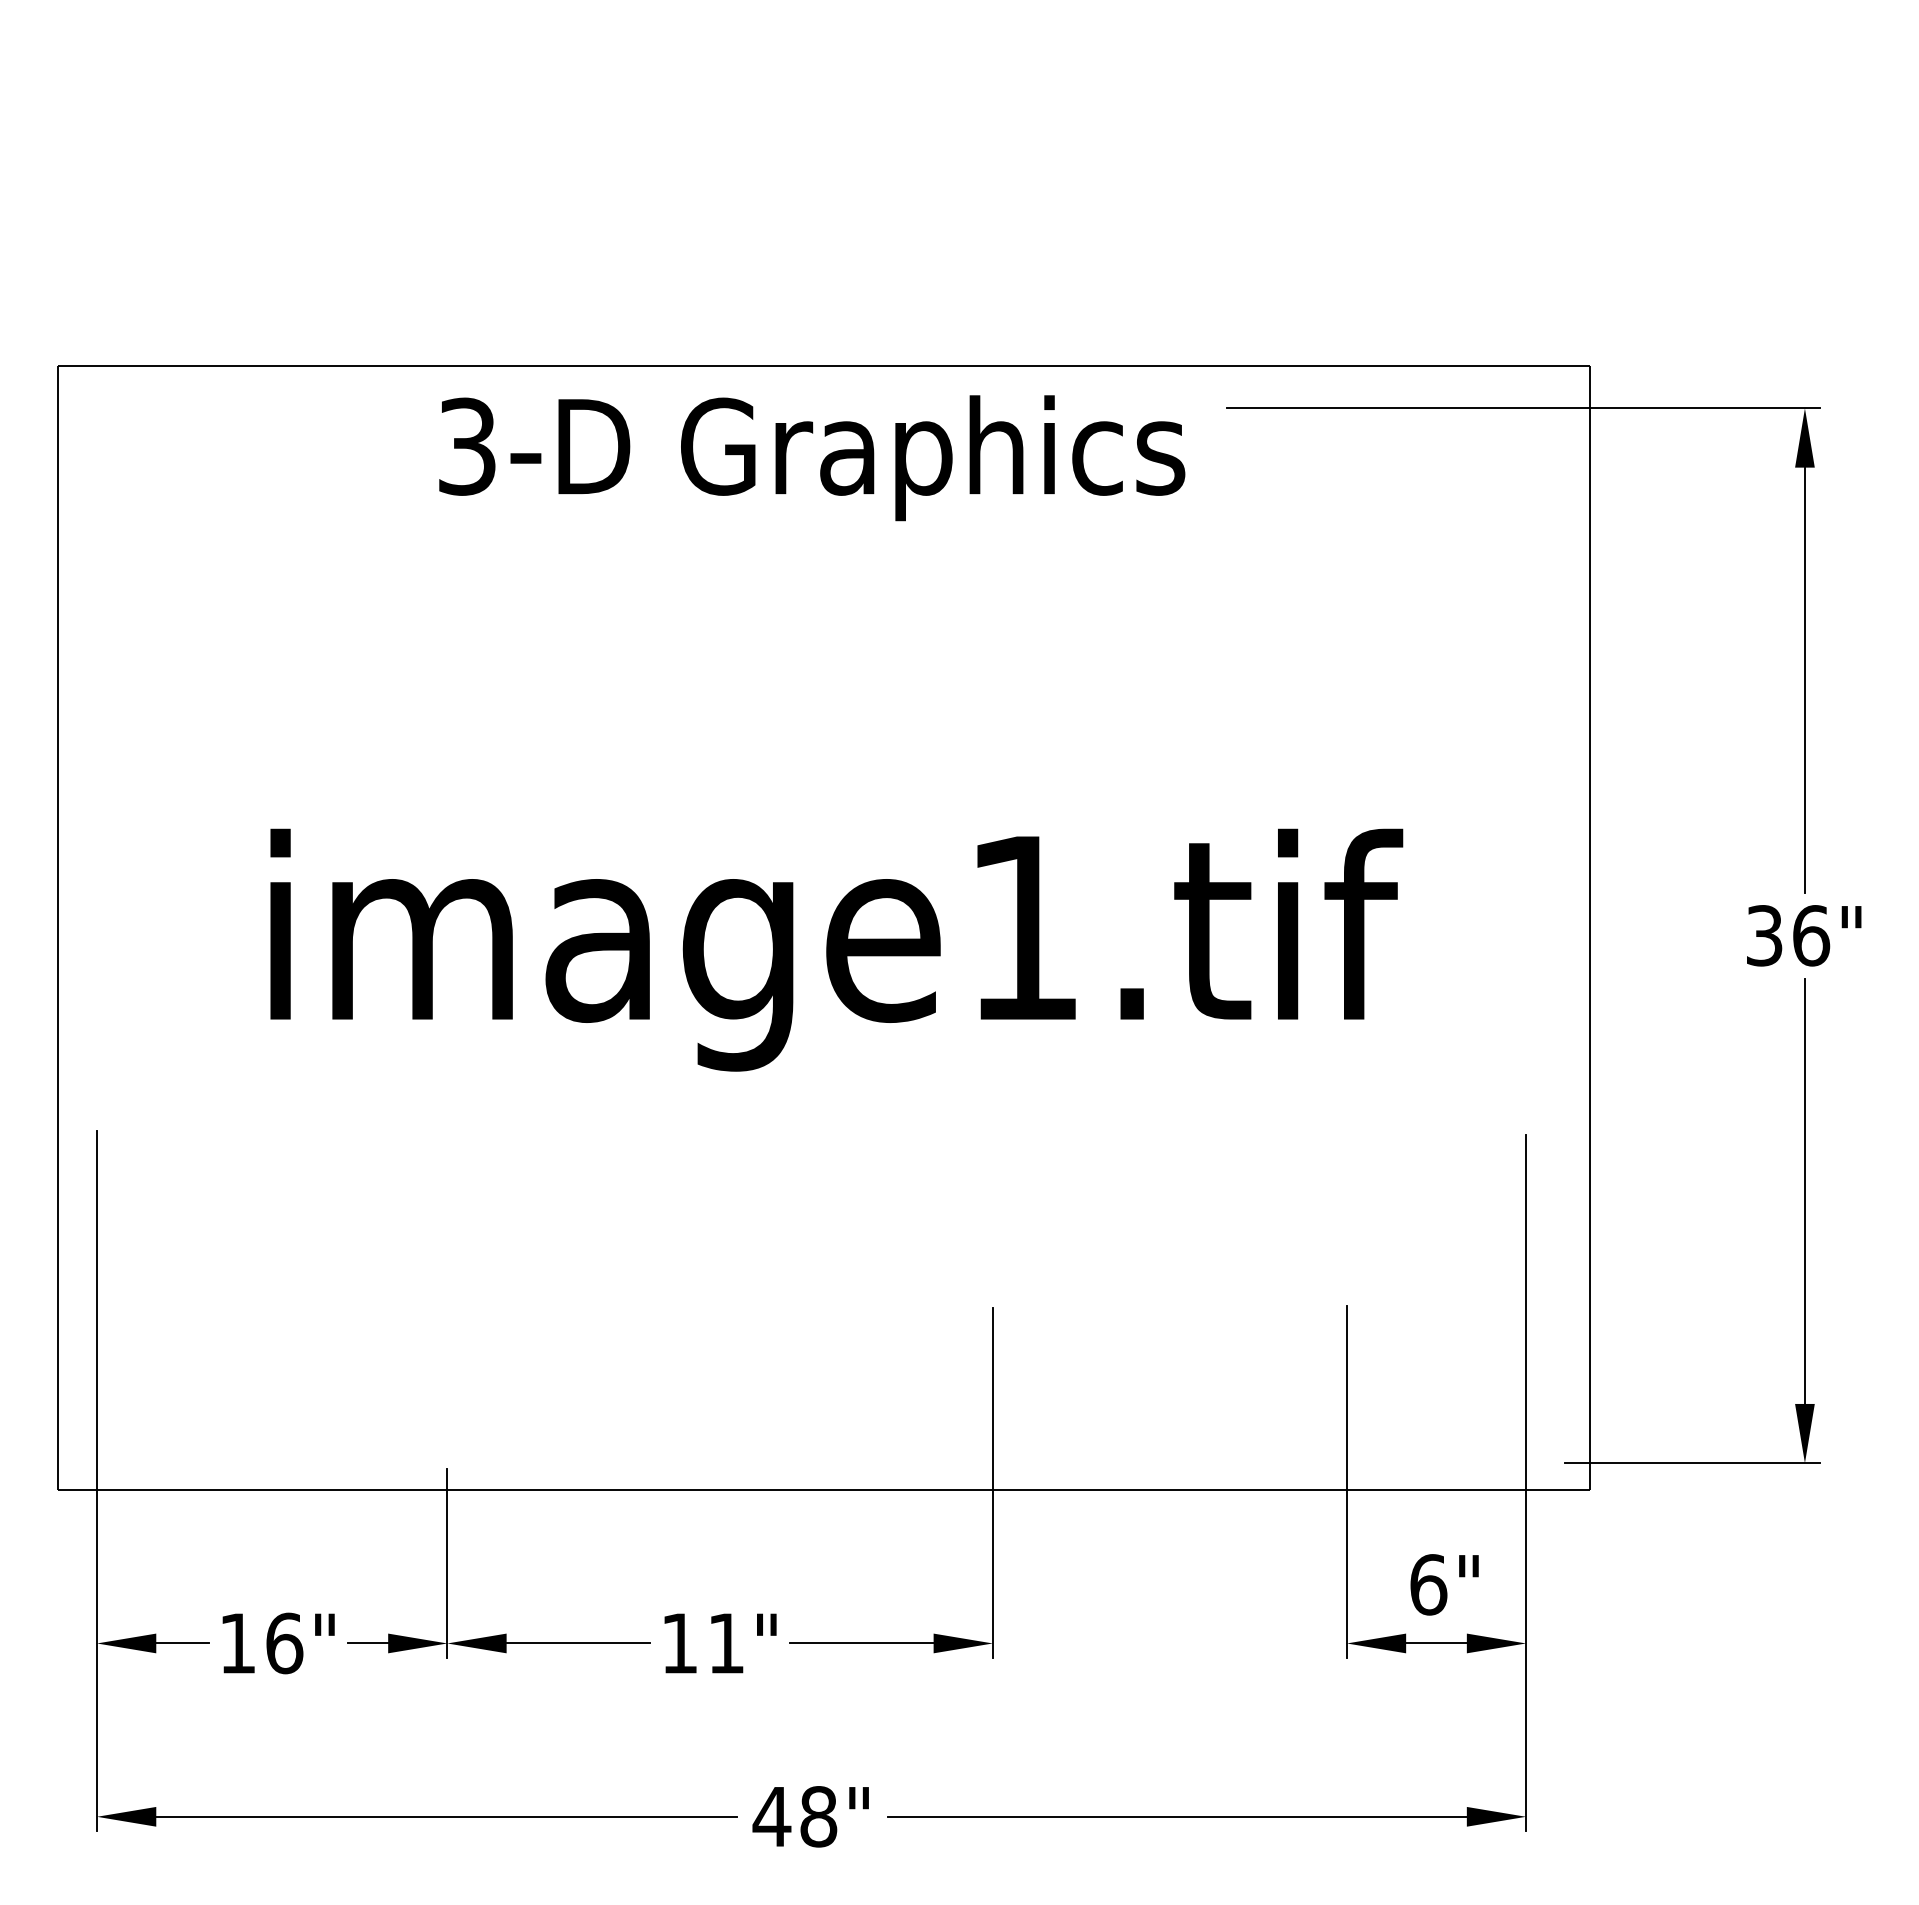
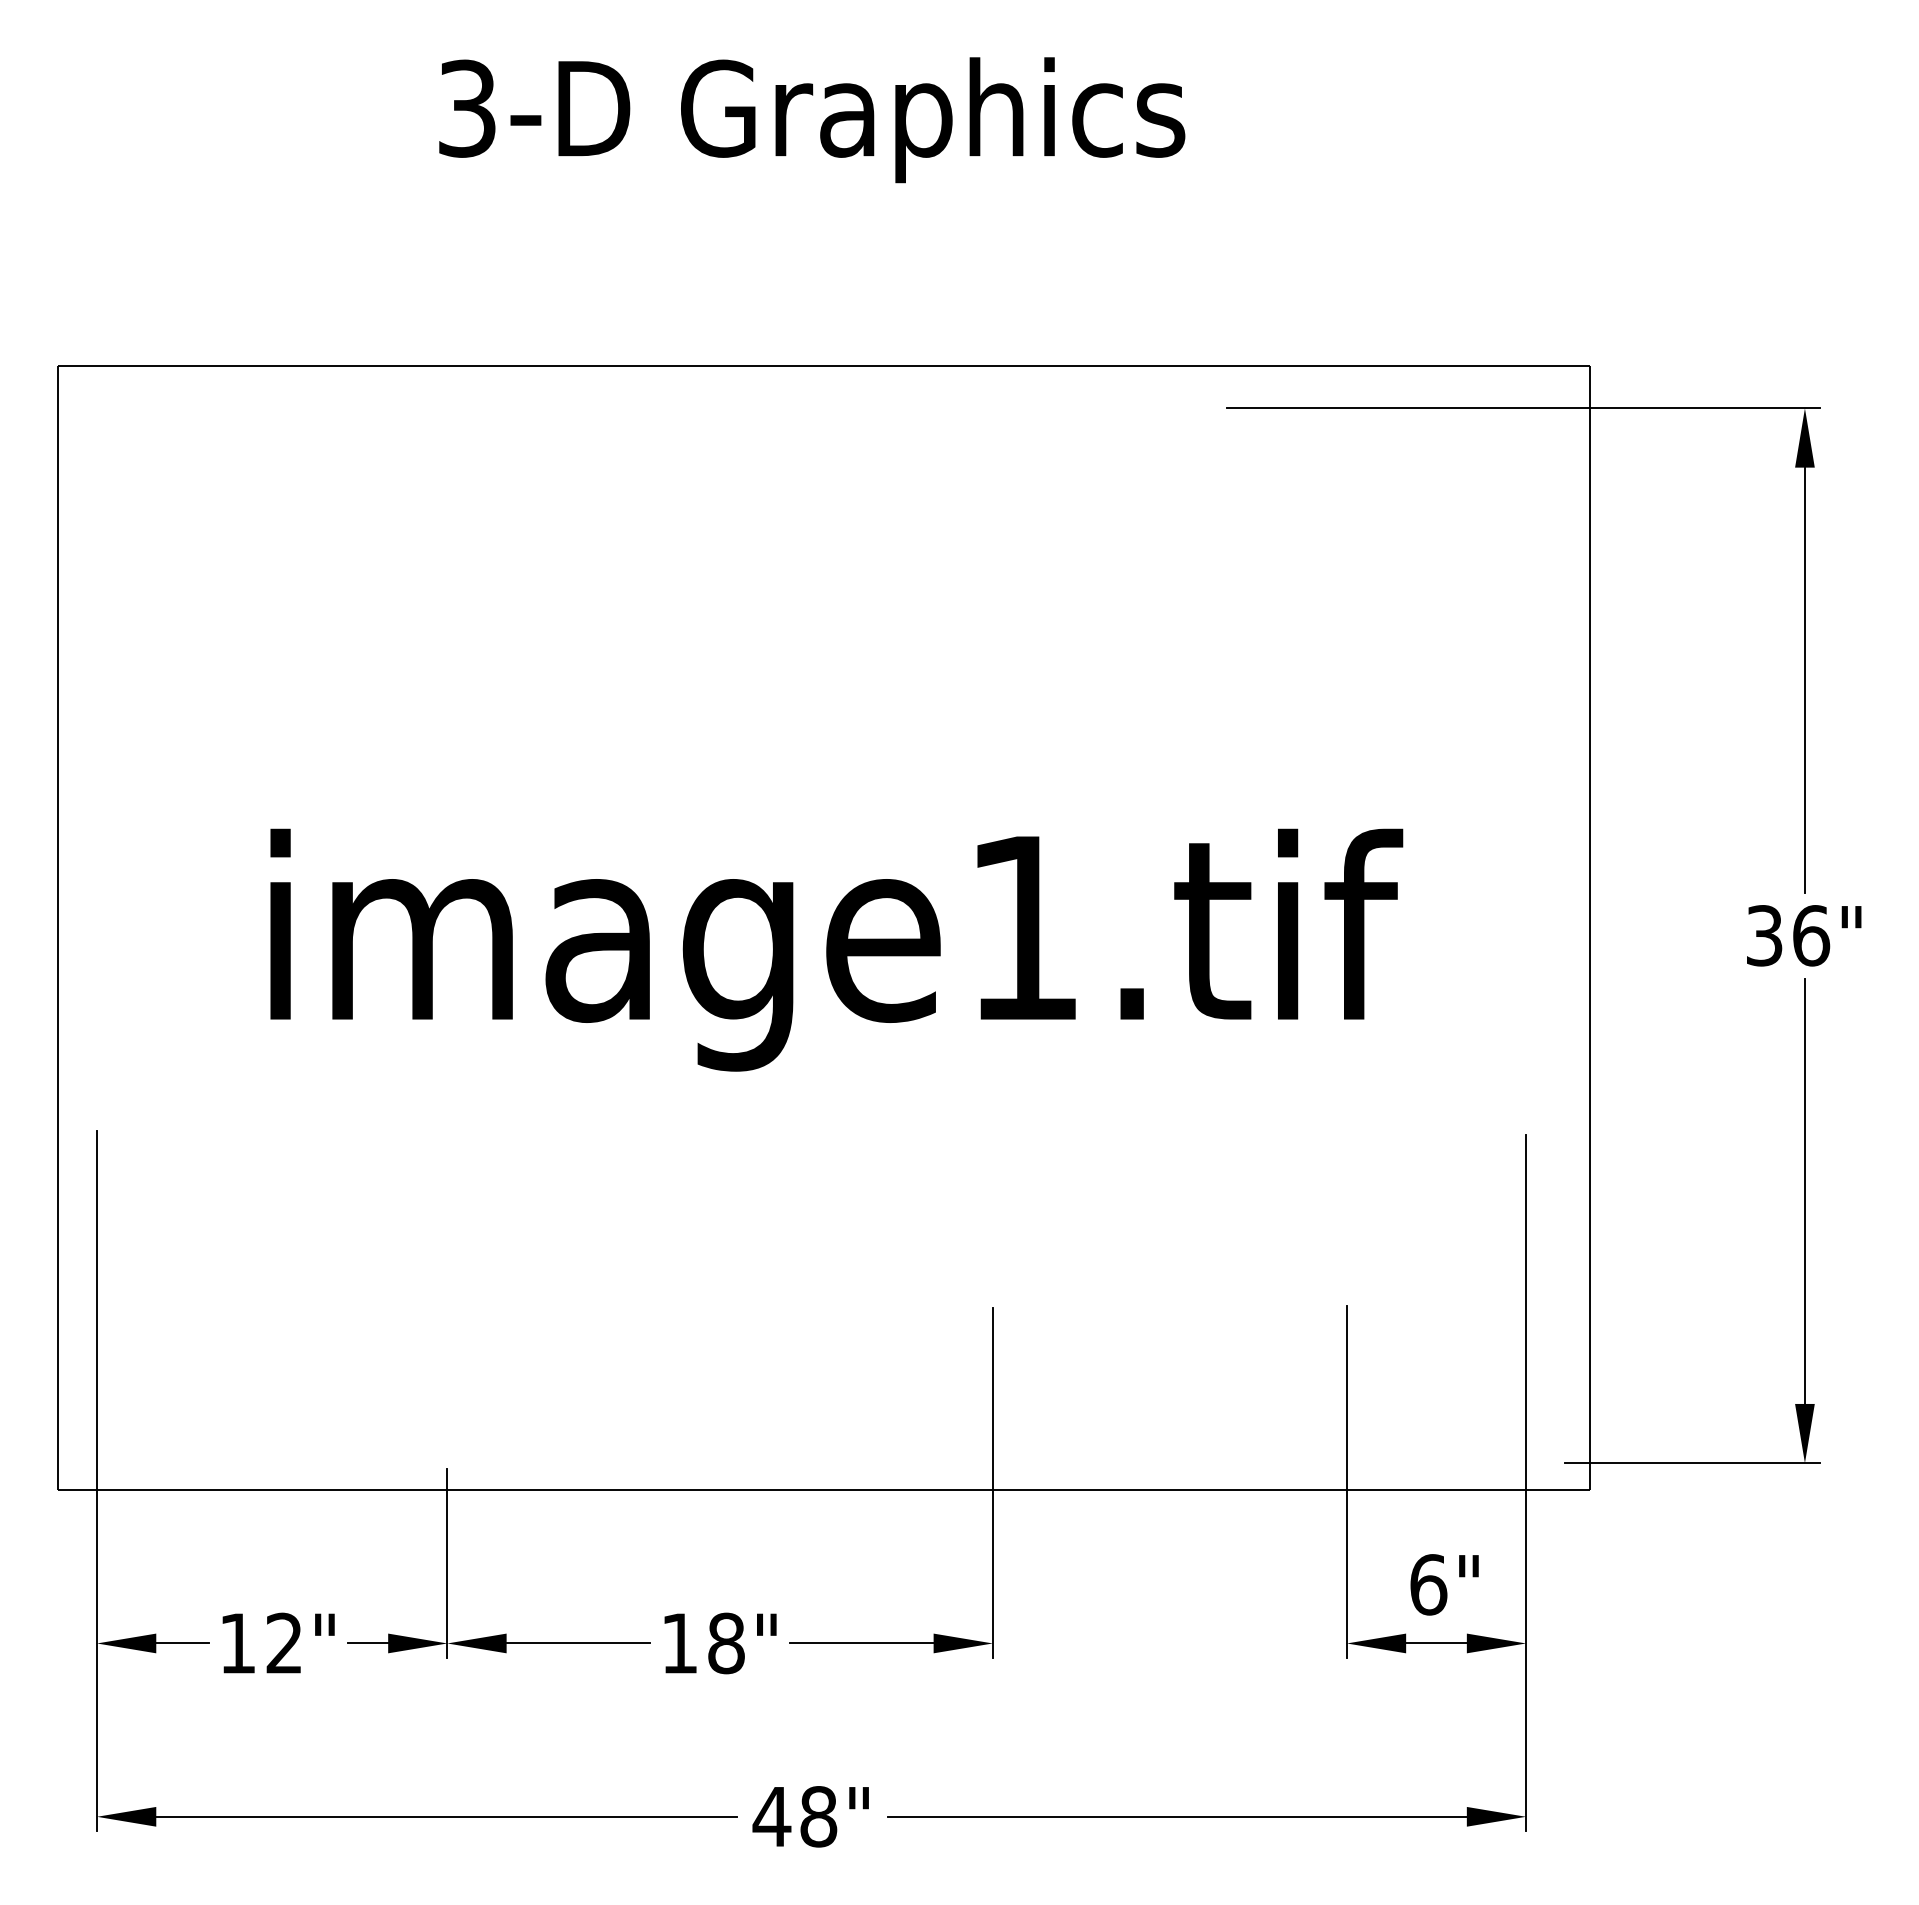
text at (812, 458) position: (812, 458) -> (812, 120)
text at (284, 1643): 16" -> 12"
text at (726, 1643): 11" -> 18"
